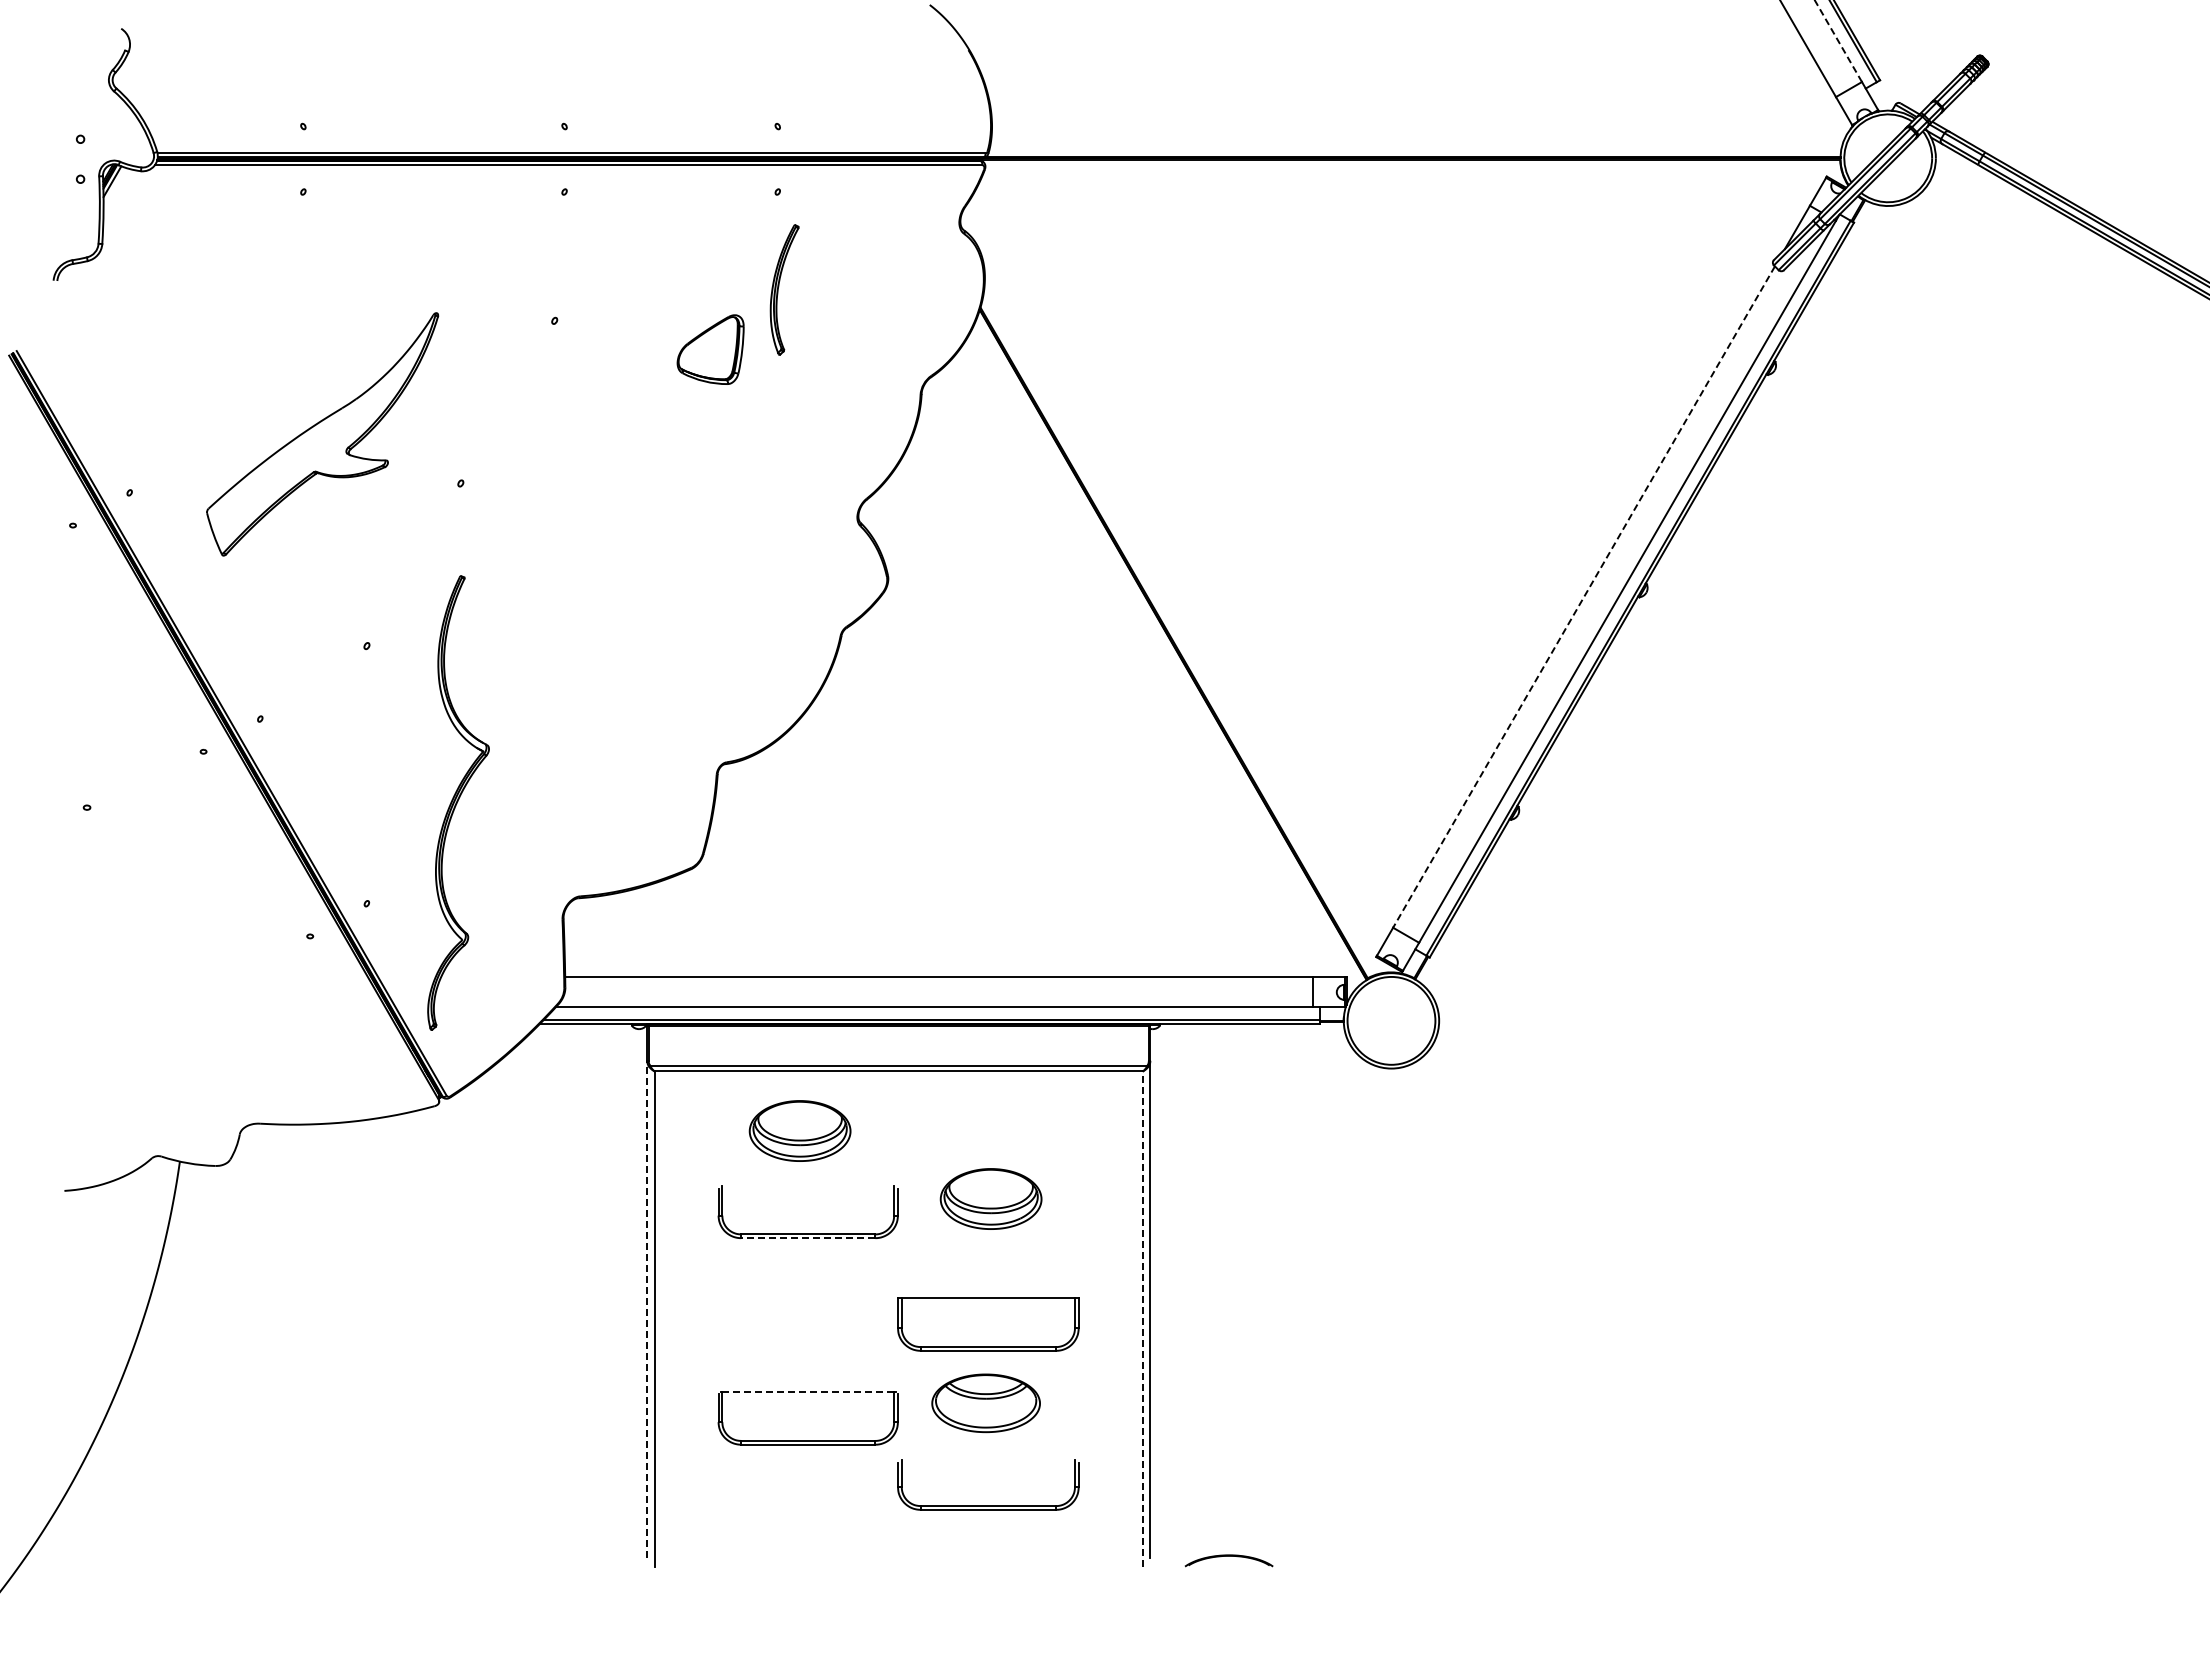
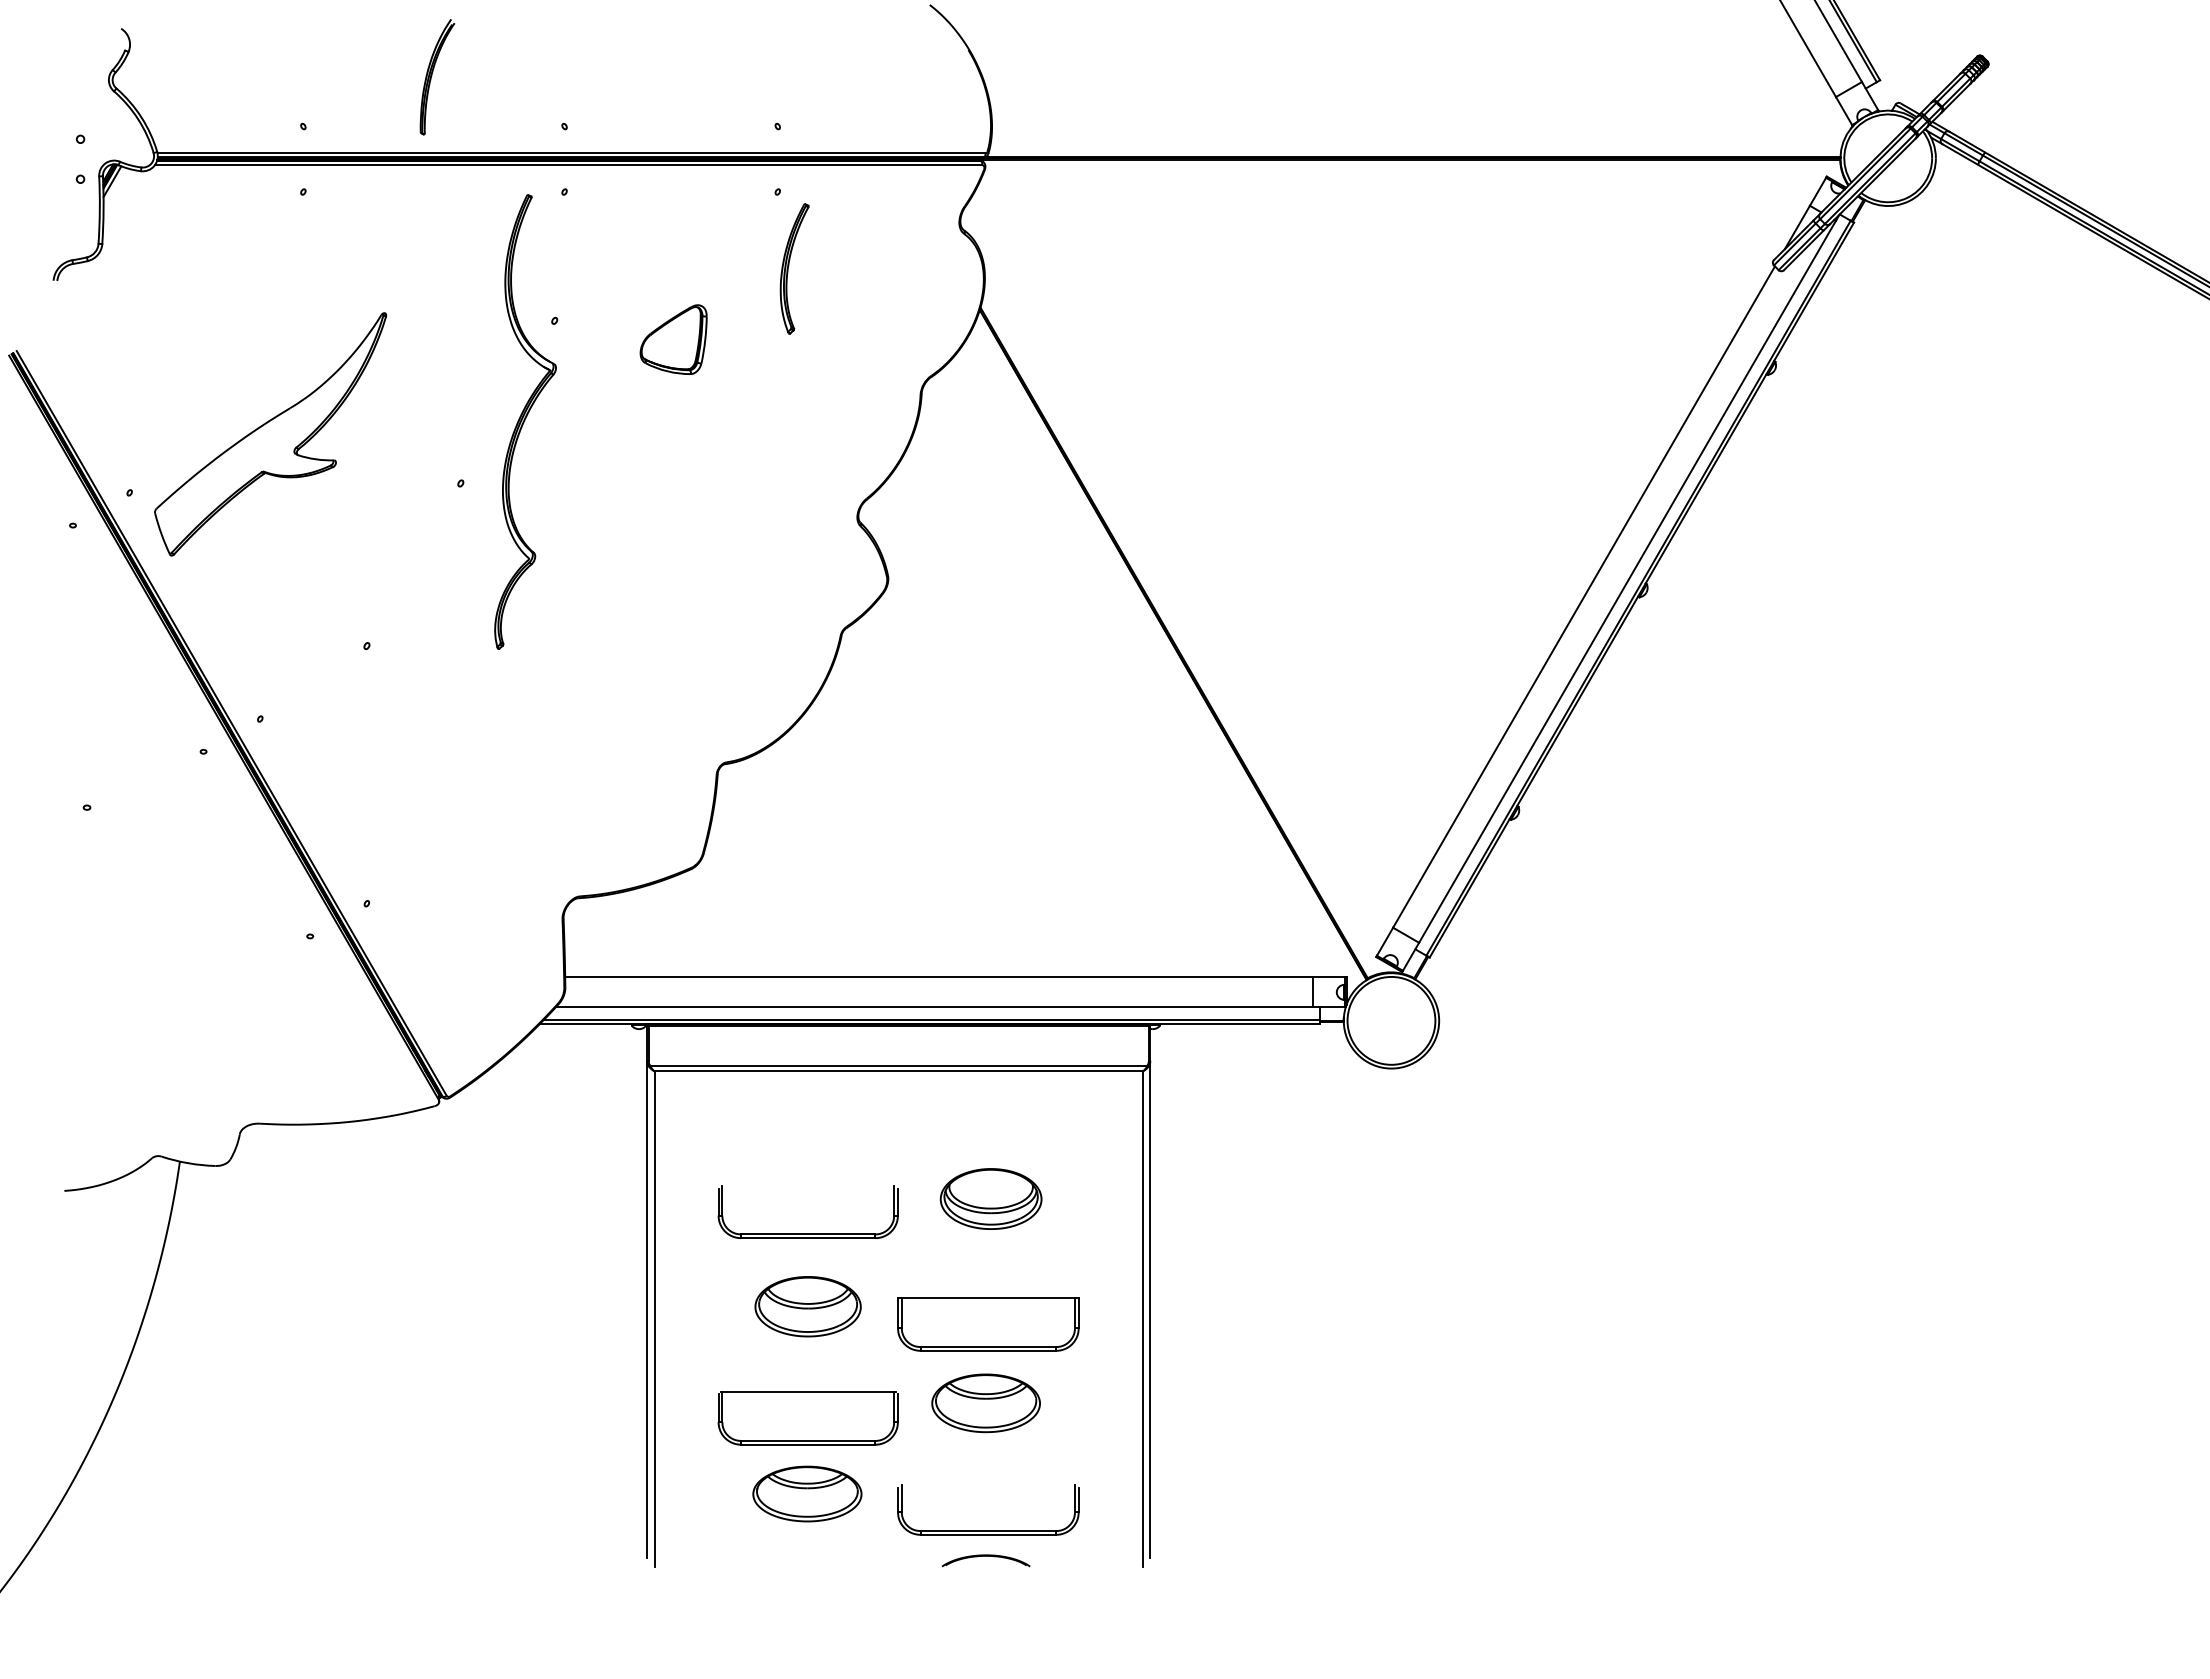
line at (1838, 41): dashed -> solid
part at (437, 77): none -> present
part at (784, 289) position: (784, 289) -> (794, 268)
part at (710, 349) position: (710, 349) -> (673, 339)
part at (322, 434) position: (322, 434) -> (270, 434)
line at (1584, 597): dashed -> solid
part at (458, 802) position: (458, 802) -> (525, 421)
part at (799, 1130): present -> none
line at (807, 1238): dashed -> solid
part at (807, 1306): none -> present
line at (647, 1309): dashed -> solid
line at (1142, 1319): dashed -> solid
line at (808, 1392): dashed -> solid
part at (807, 1493): none -> present
part at (988, 1505) position: (988, 1505) -> (988, 1530)
part at (1228, 1560) position: (1228, 1560) -> (985, 1560)
